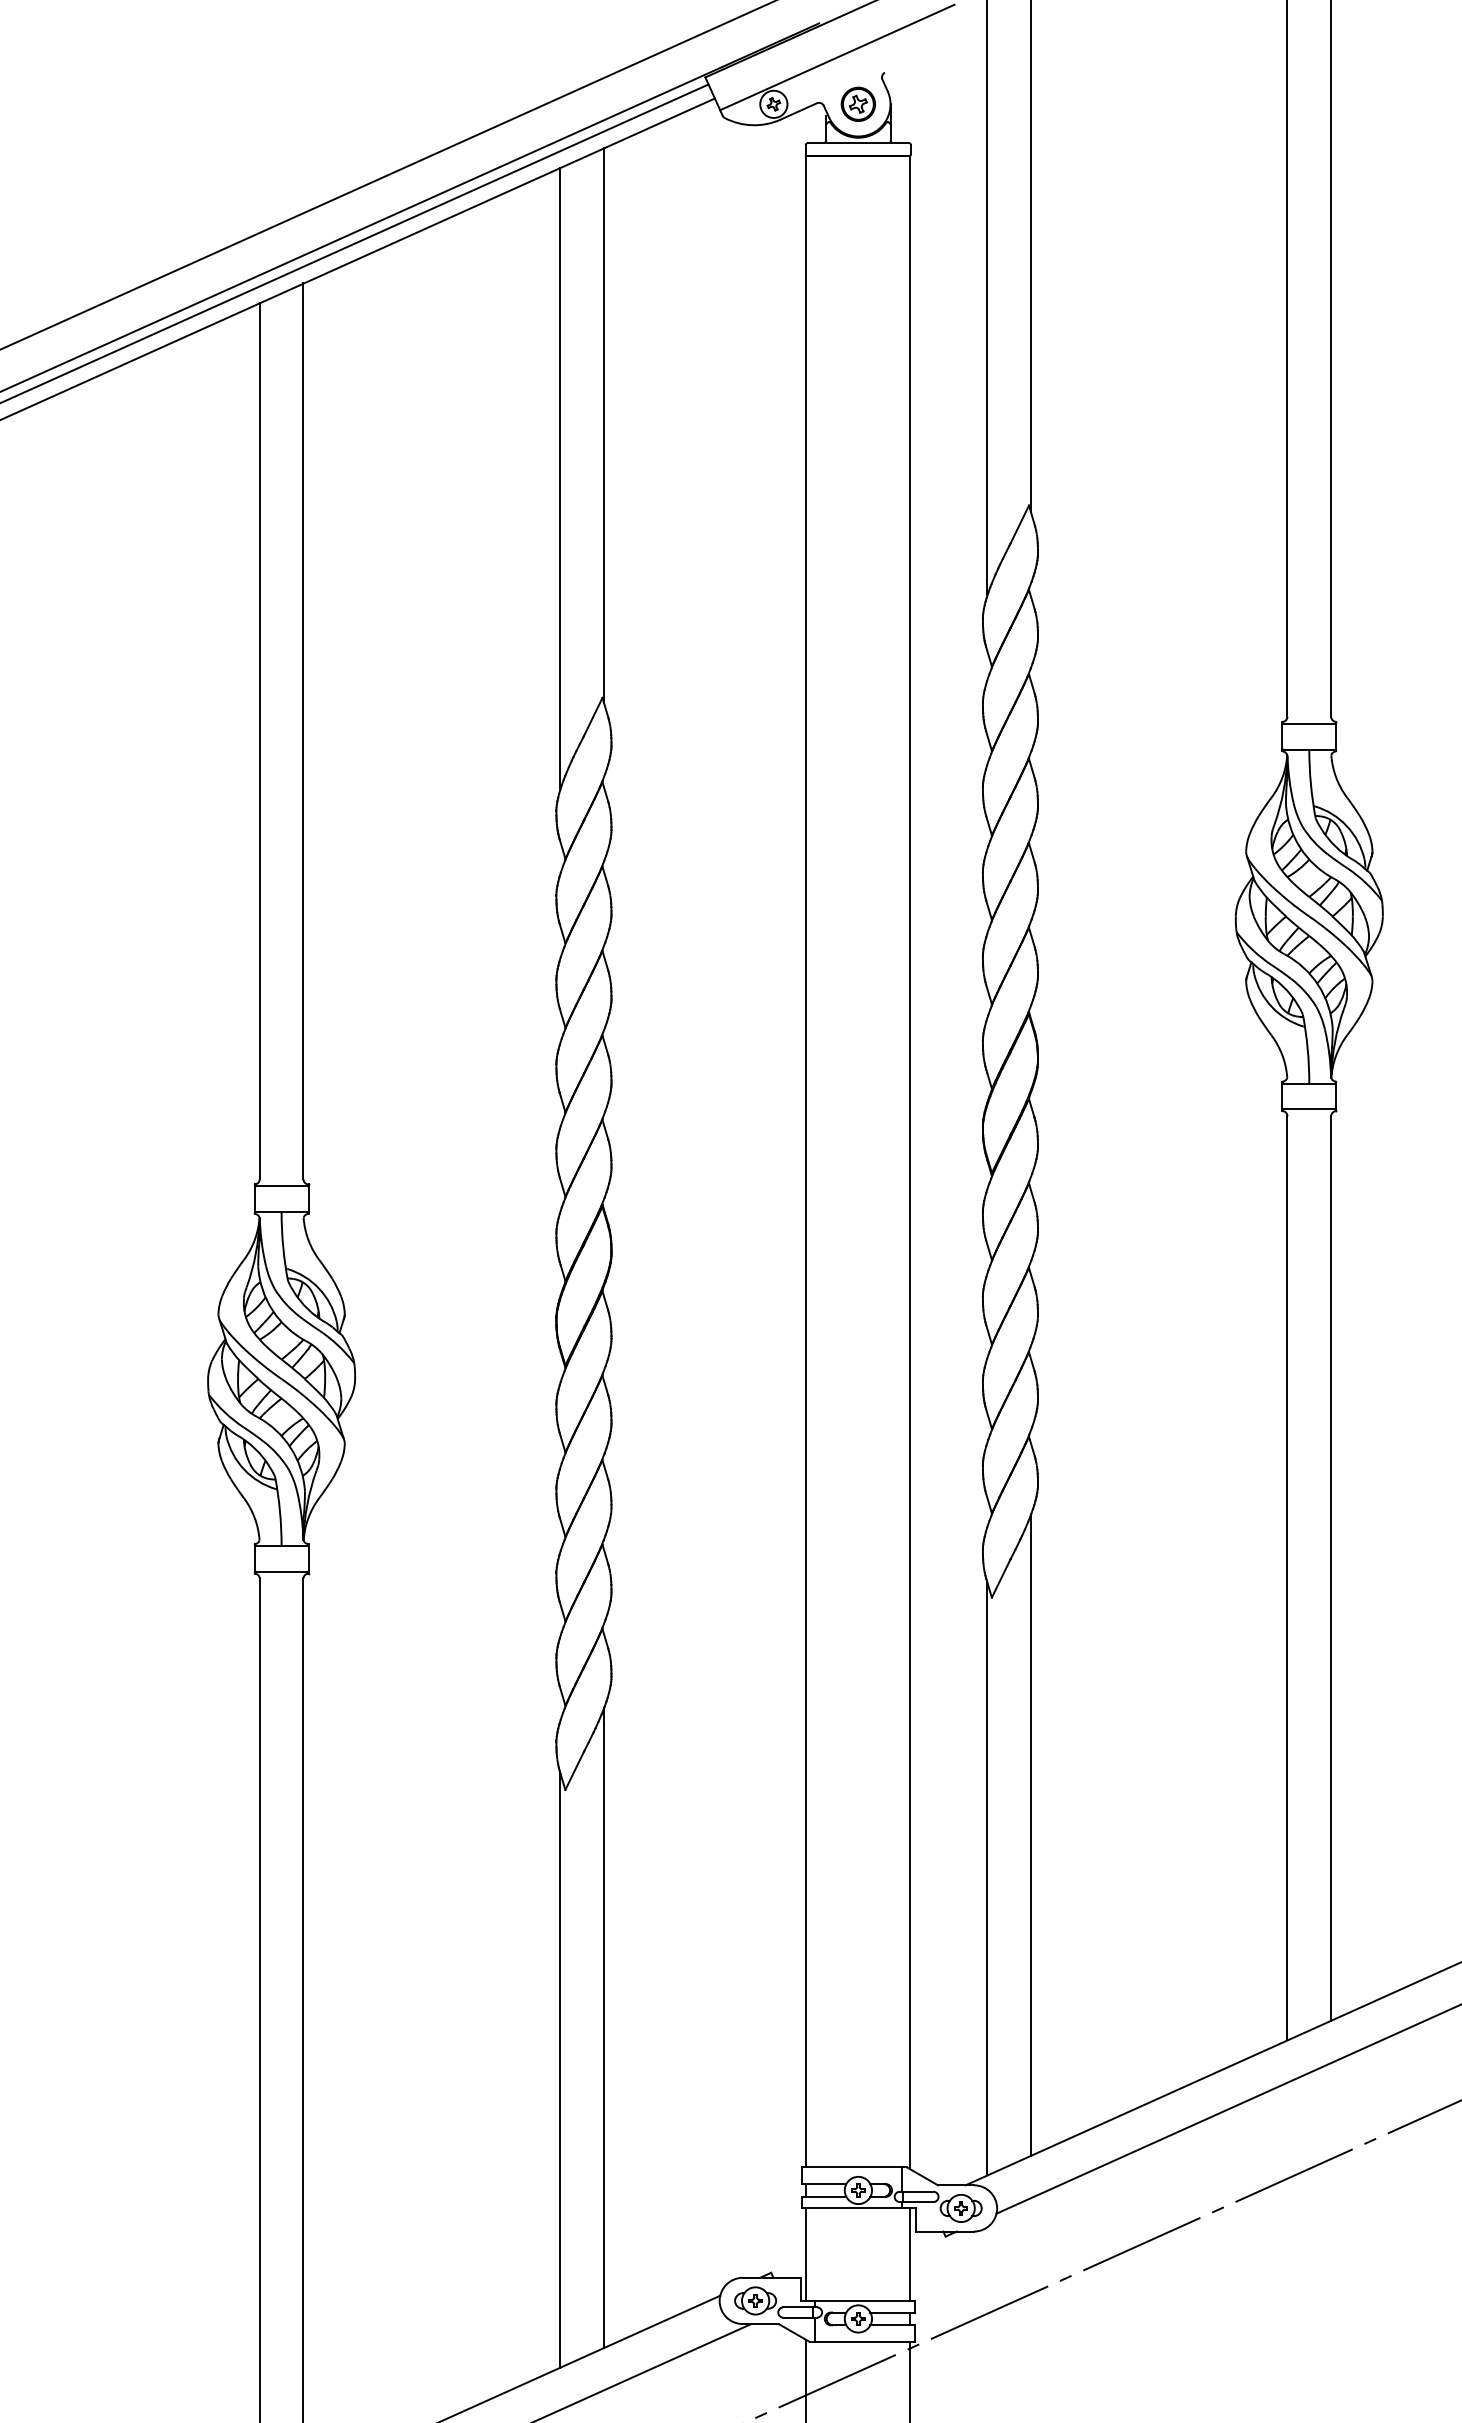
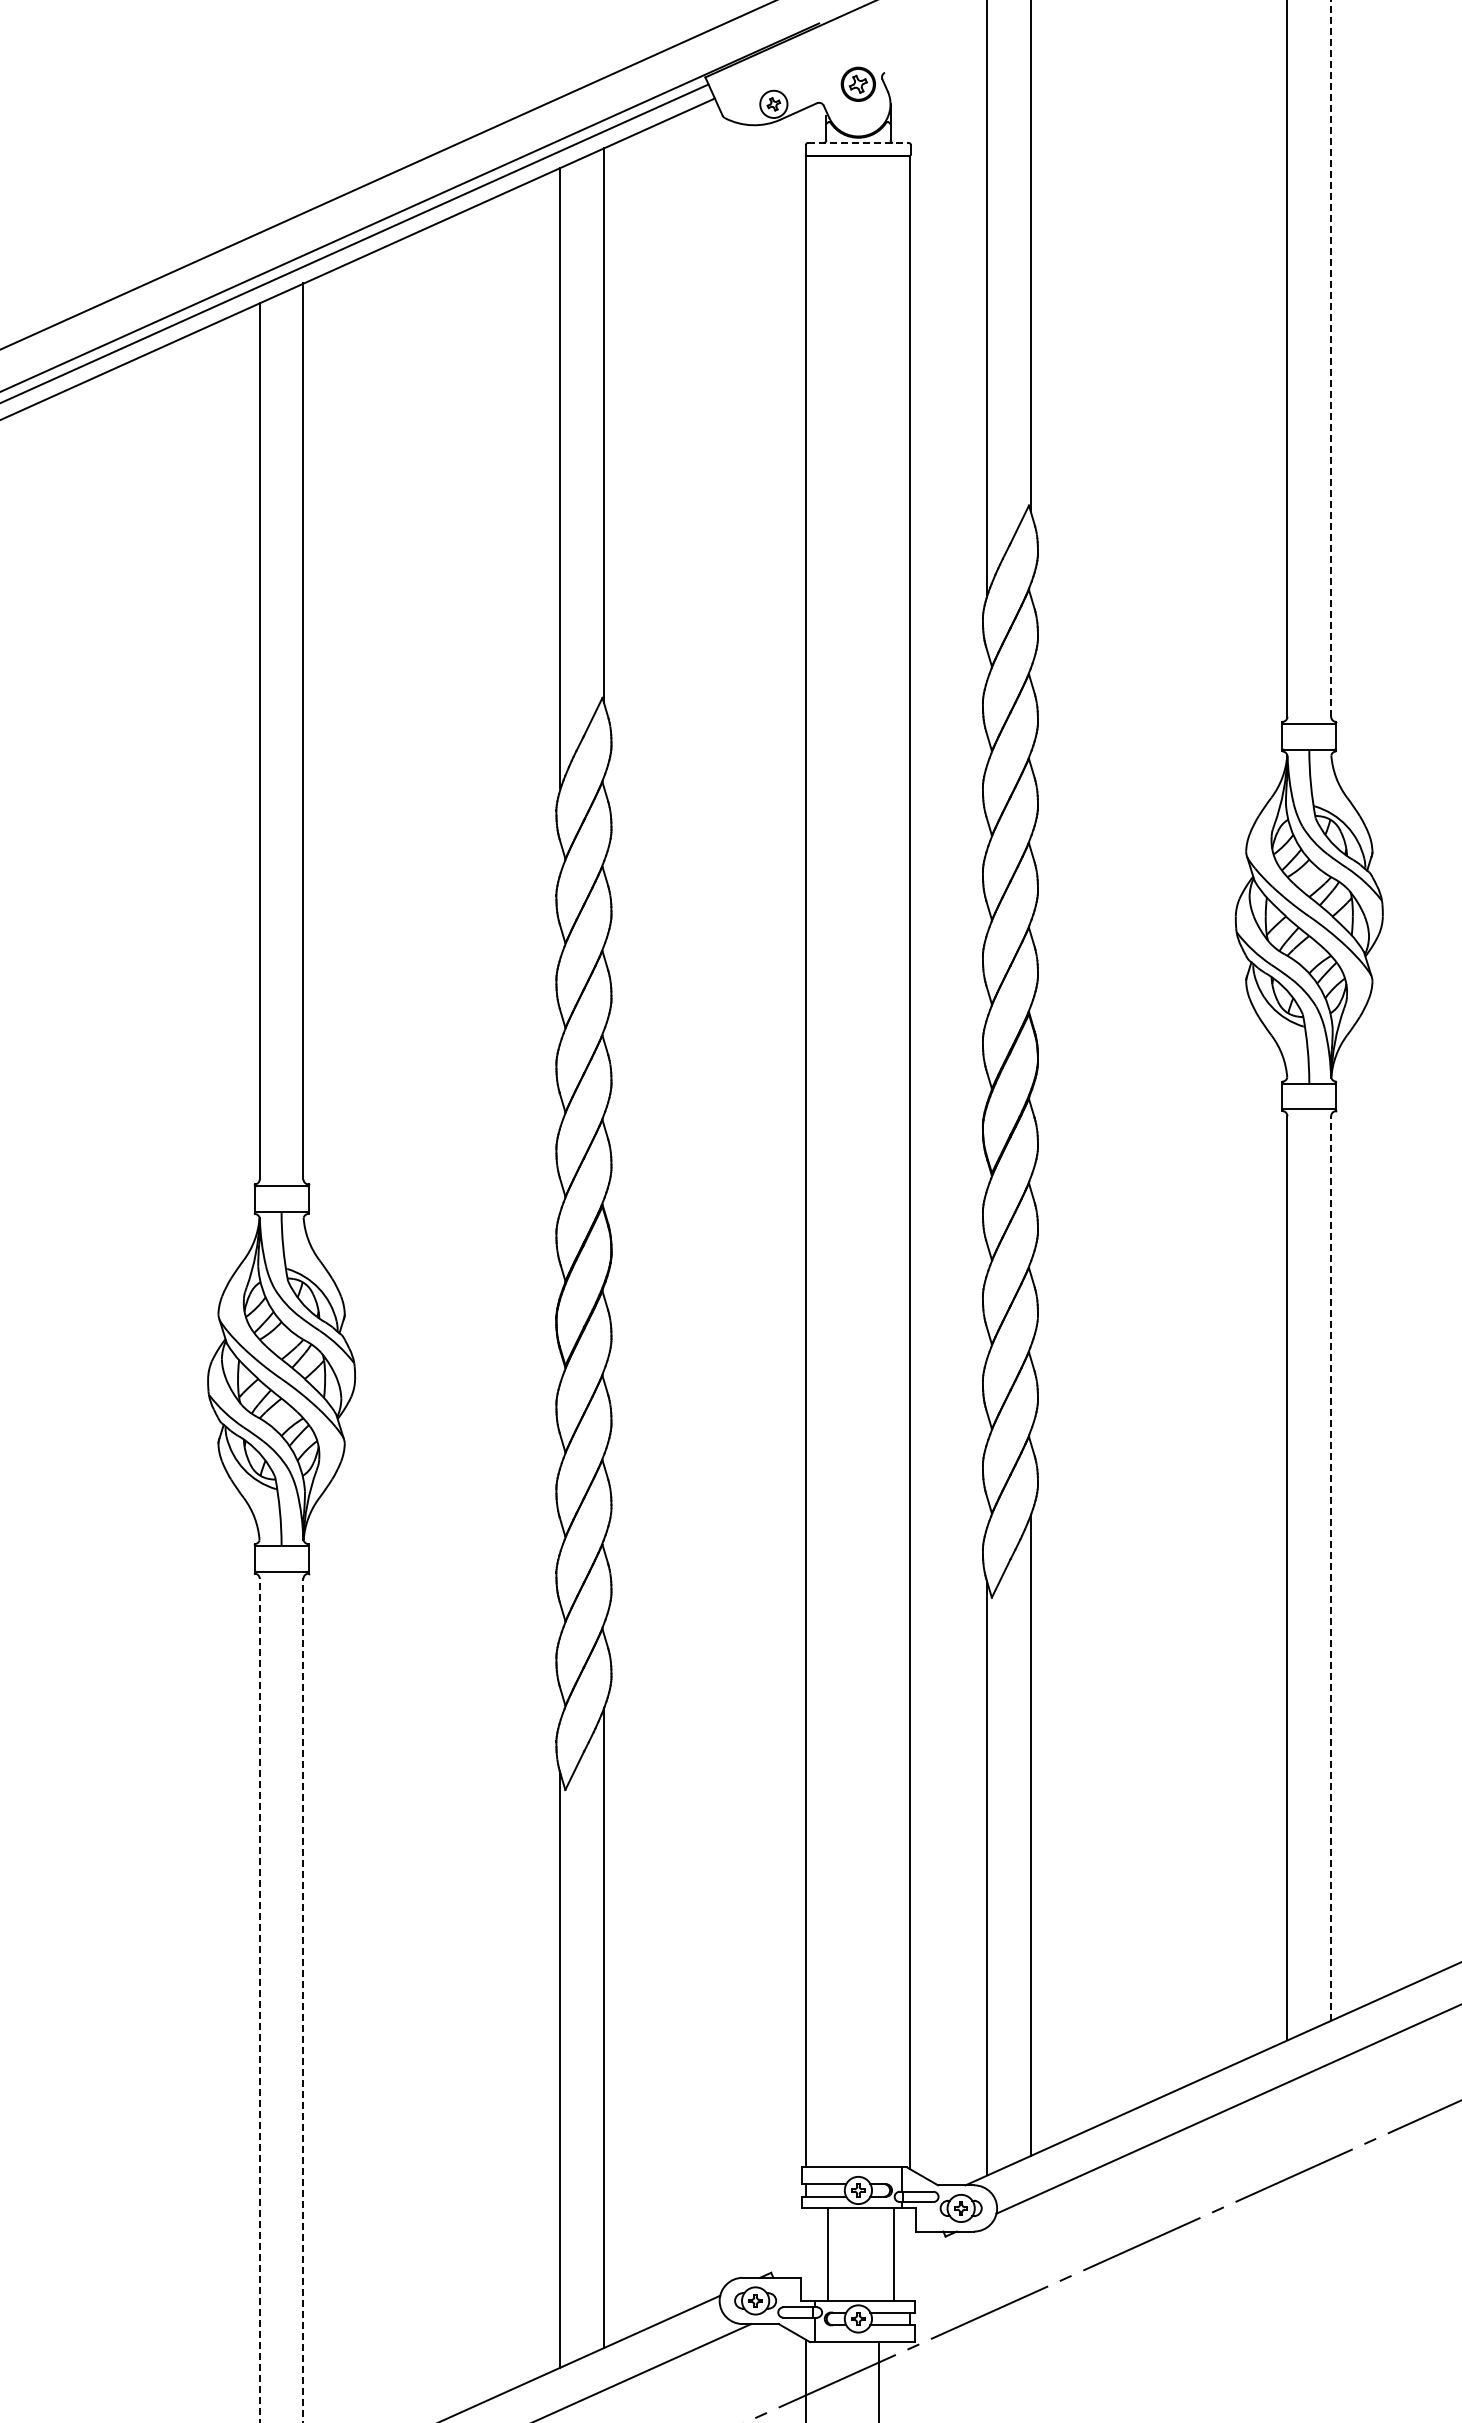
line at (837, 57): present -> none
part at (857, 103) position: (857, 103) -> (857, 83)
line at (858, 142): solid -> dashed
line at (1331, 358): solid -> dashed
line at (1331, 1567): solid -> dashed
line at (259, 2000): solid -> dashed
line at (303, 2000): solid -> dashed
line at (806, 2254) position: (806, 2254) -> (828, 2254)
line at (910, 2254) position: (910, 2254) -> (894, 2254)
line at (910, 2380) position: (910, 2380) -> (879, 2380)
